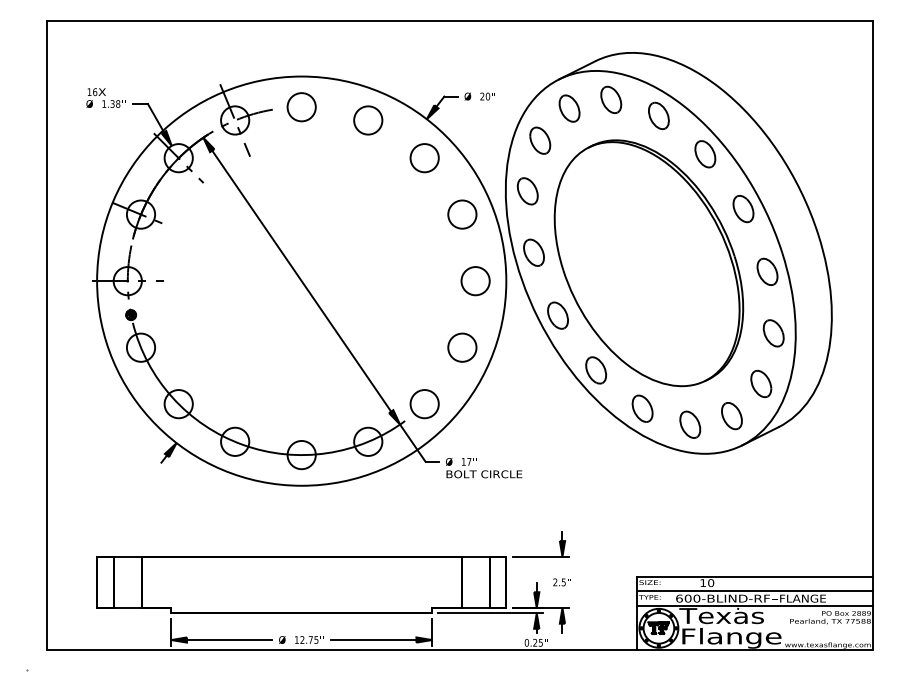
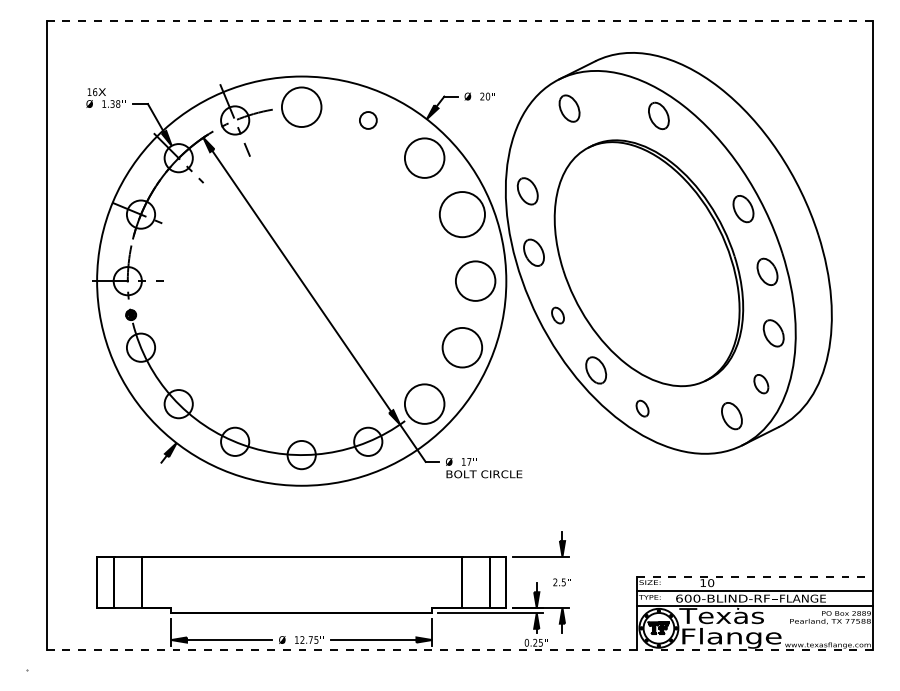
line at (460, 20): solid -> dashed
part at (611, 99): present -> none
circle at (301, 107) diameter: 28 px -> 40 px
circle at (368, 120) size: 31x31 px -> 19x19 px
part at (540, 140): present -> none
part at (705, 154): present -> none
circle at (424, 158) diameter: 28 px -> 40 px
circle at (462, 214) diameter: 28 px -> 45 px
circle at (475, 281) diameter: 28 px -> 40 px
part at (557, 315) size: 22x29 px -> 14x19 px
circle at (462, 347) diameter: 28 px -> 40 px
part at (761, 384) size: 23x29 px -> 17x21 px
circle at (424, 404) diameter: 28 px -> 40 px
part at (642, 408) size: 23x29 px -> 15x19 px
part at (690, 424): present -> none
line at (755, 576): solid -> dashed
line at (460, 650): solid -> dashed
